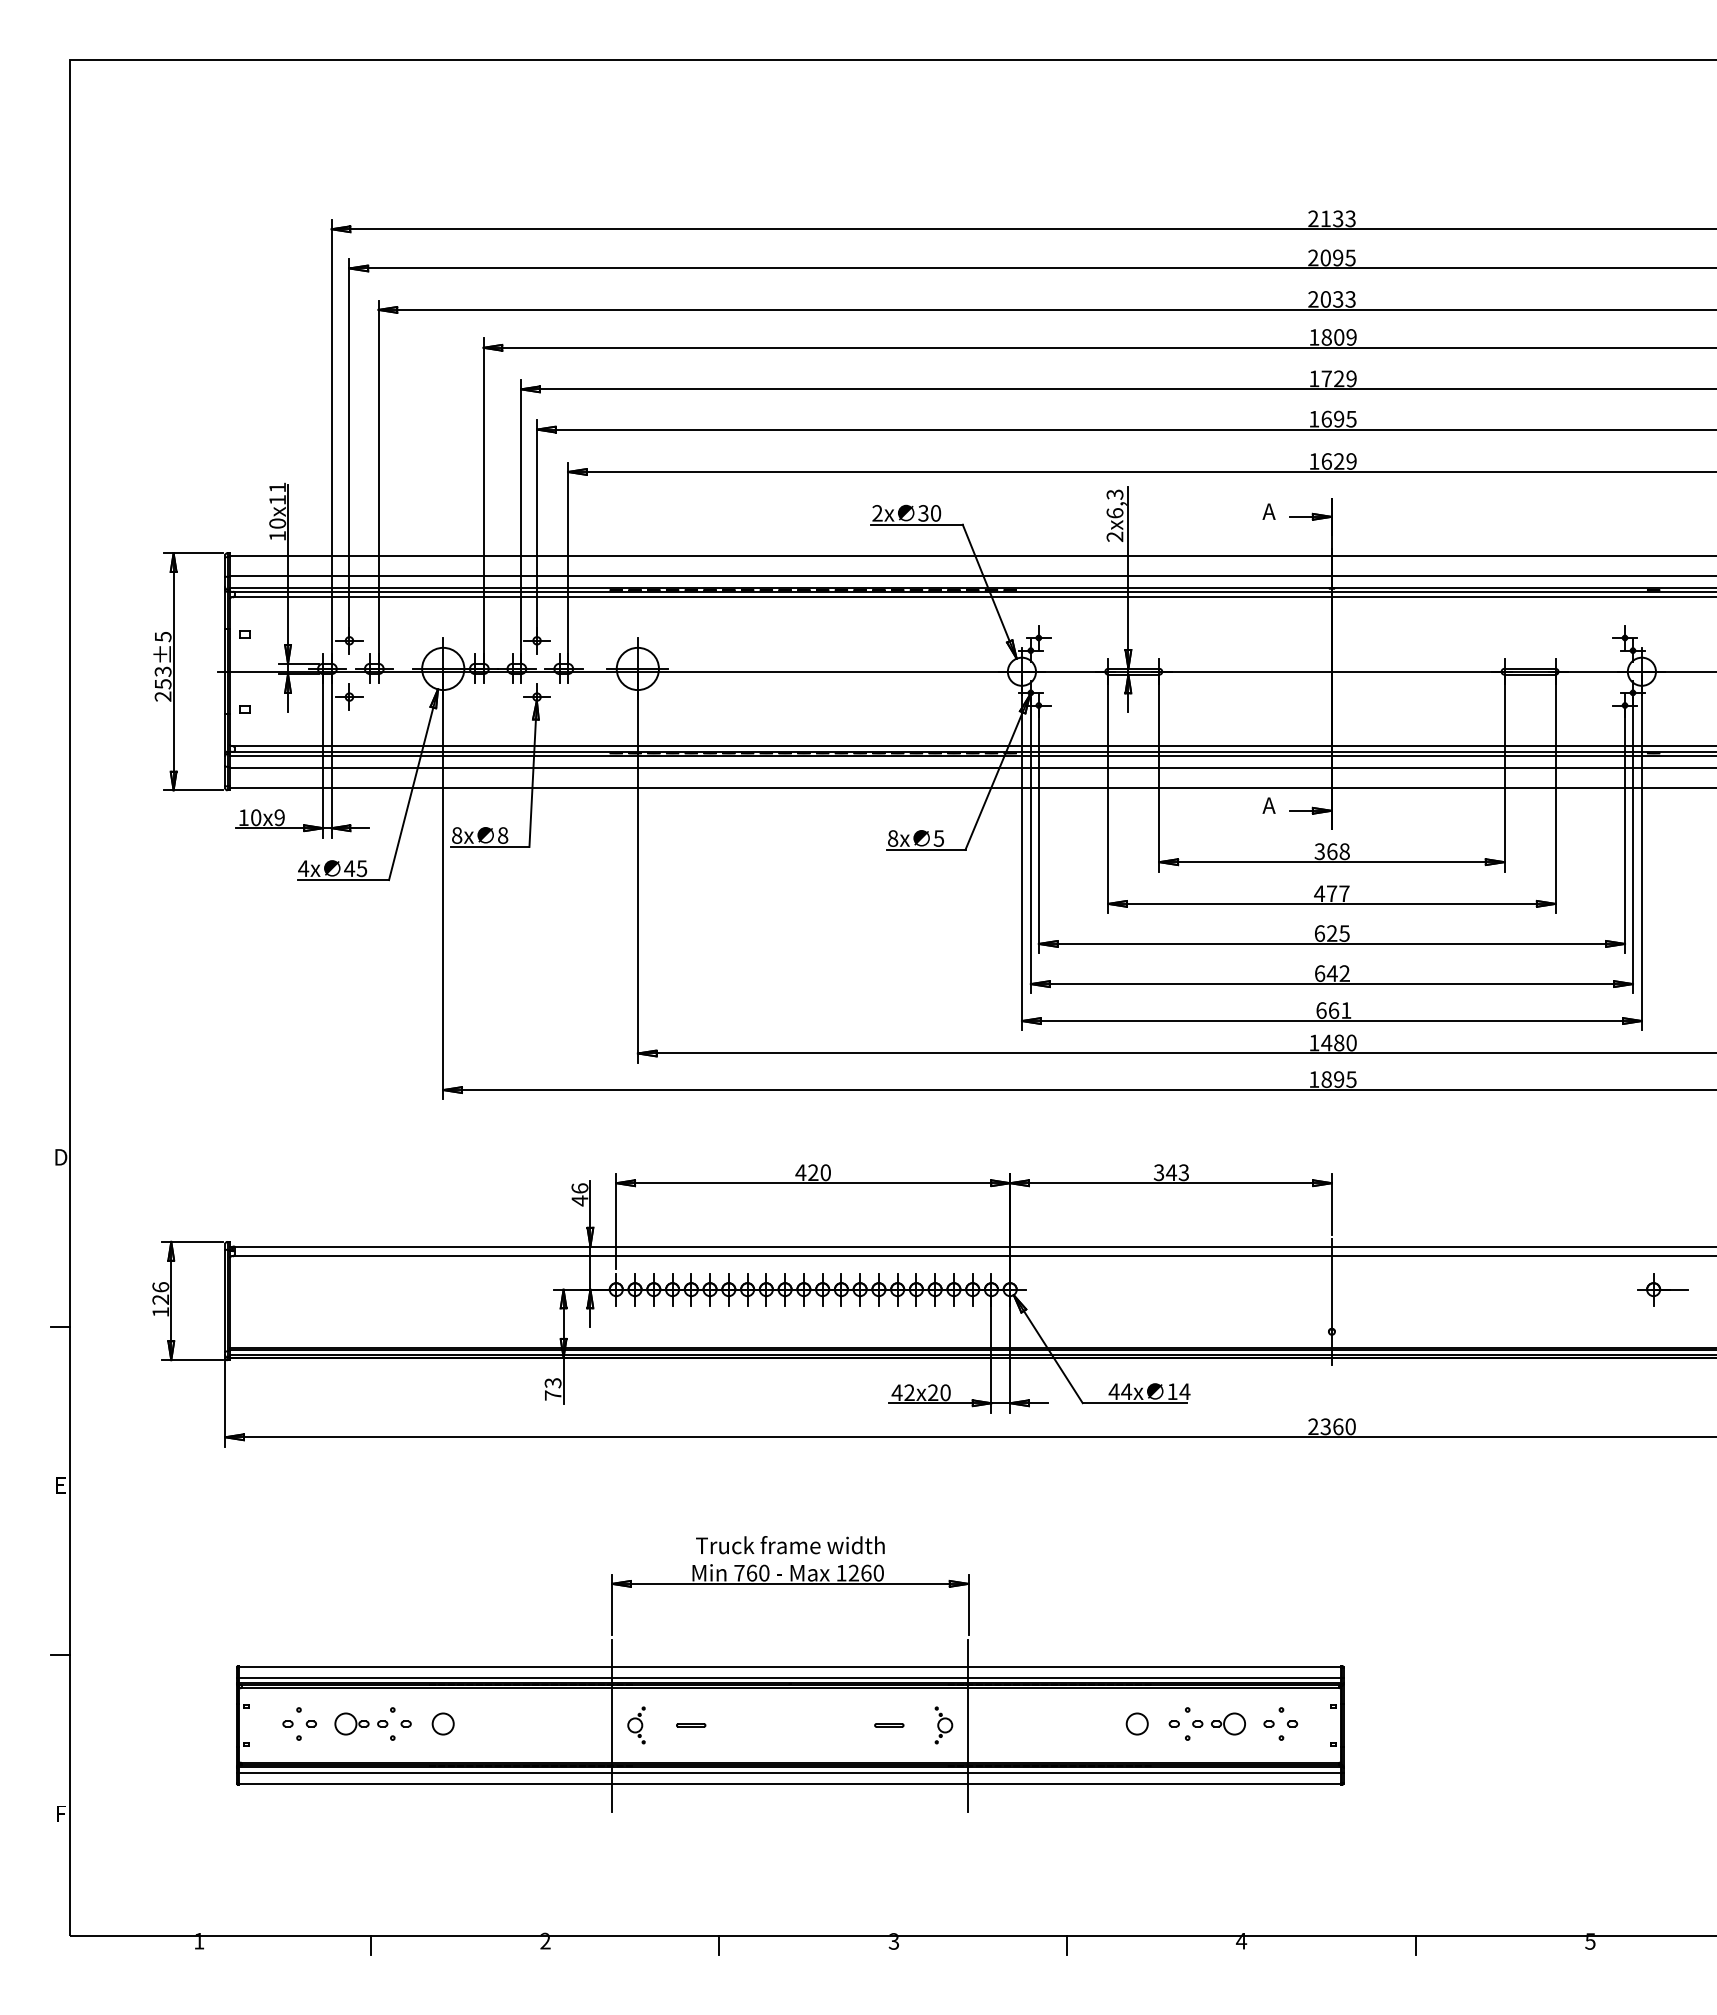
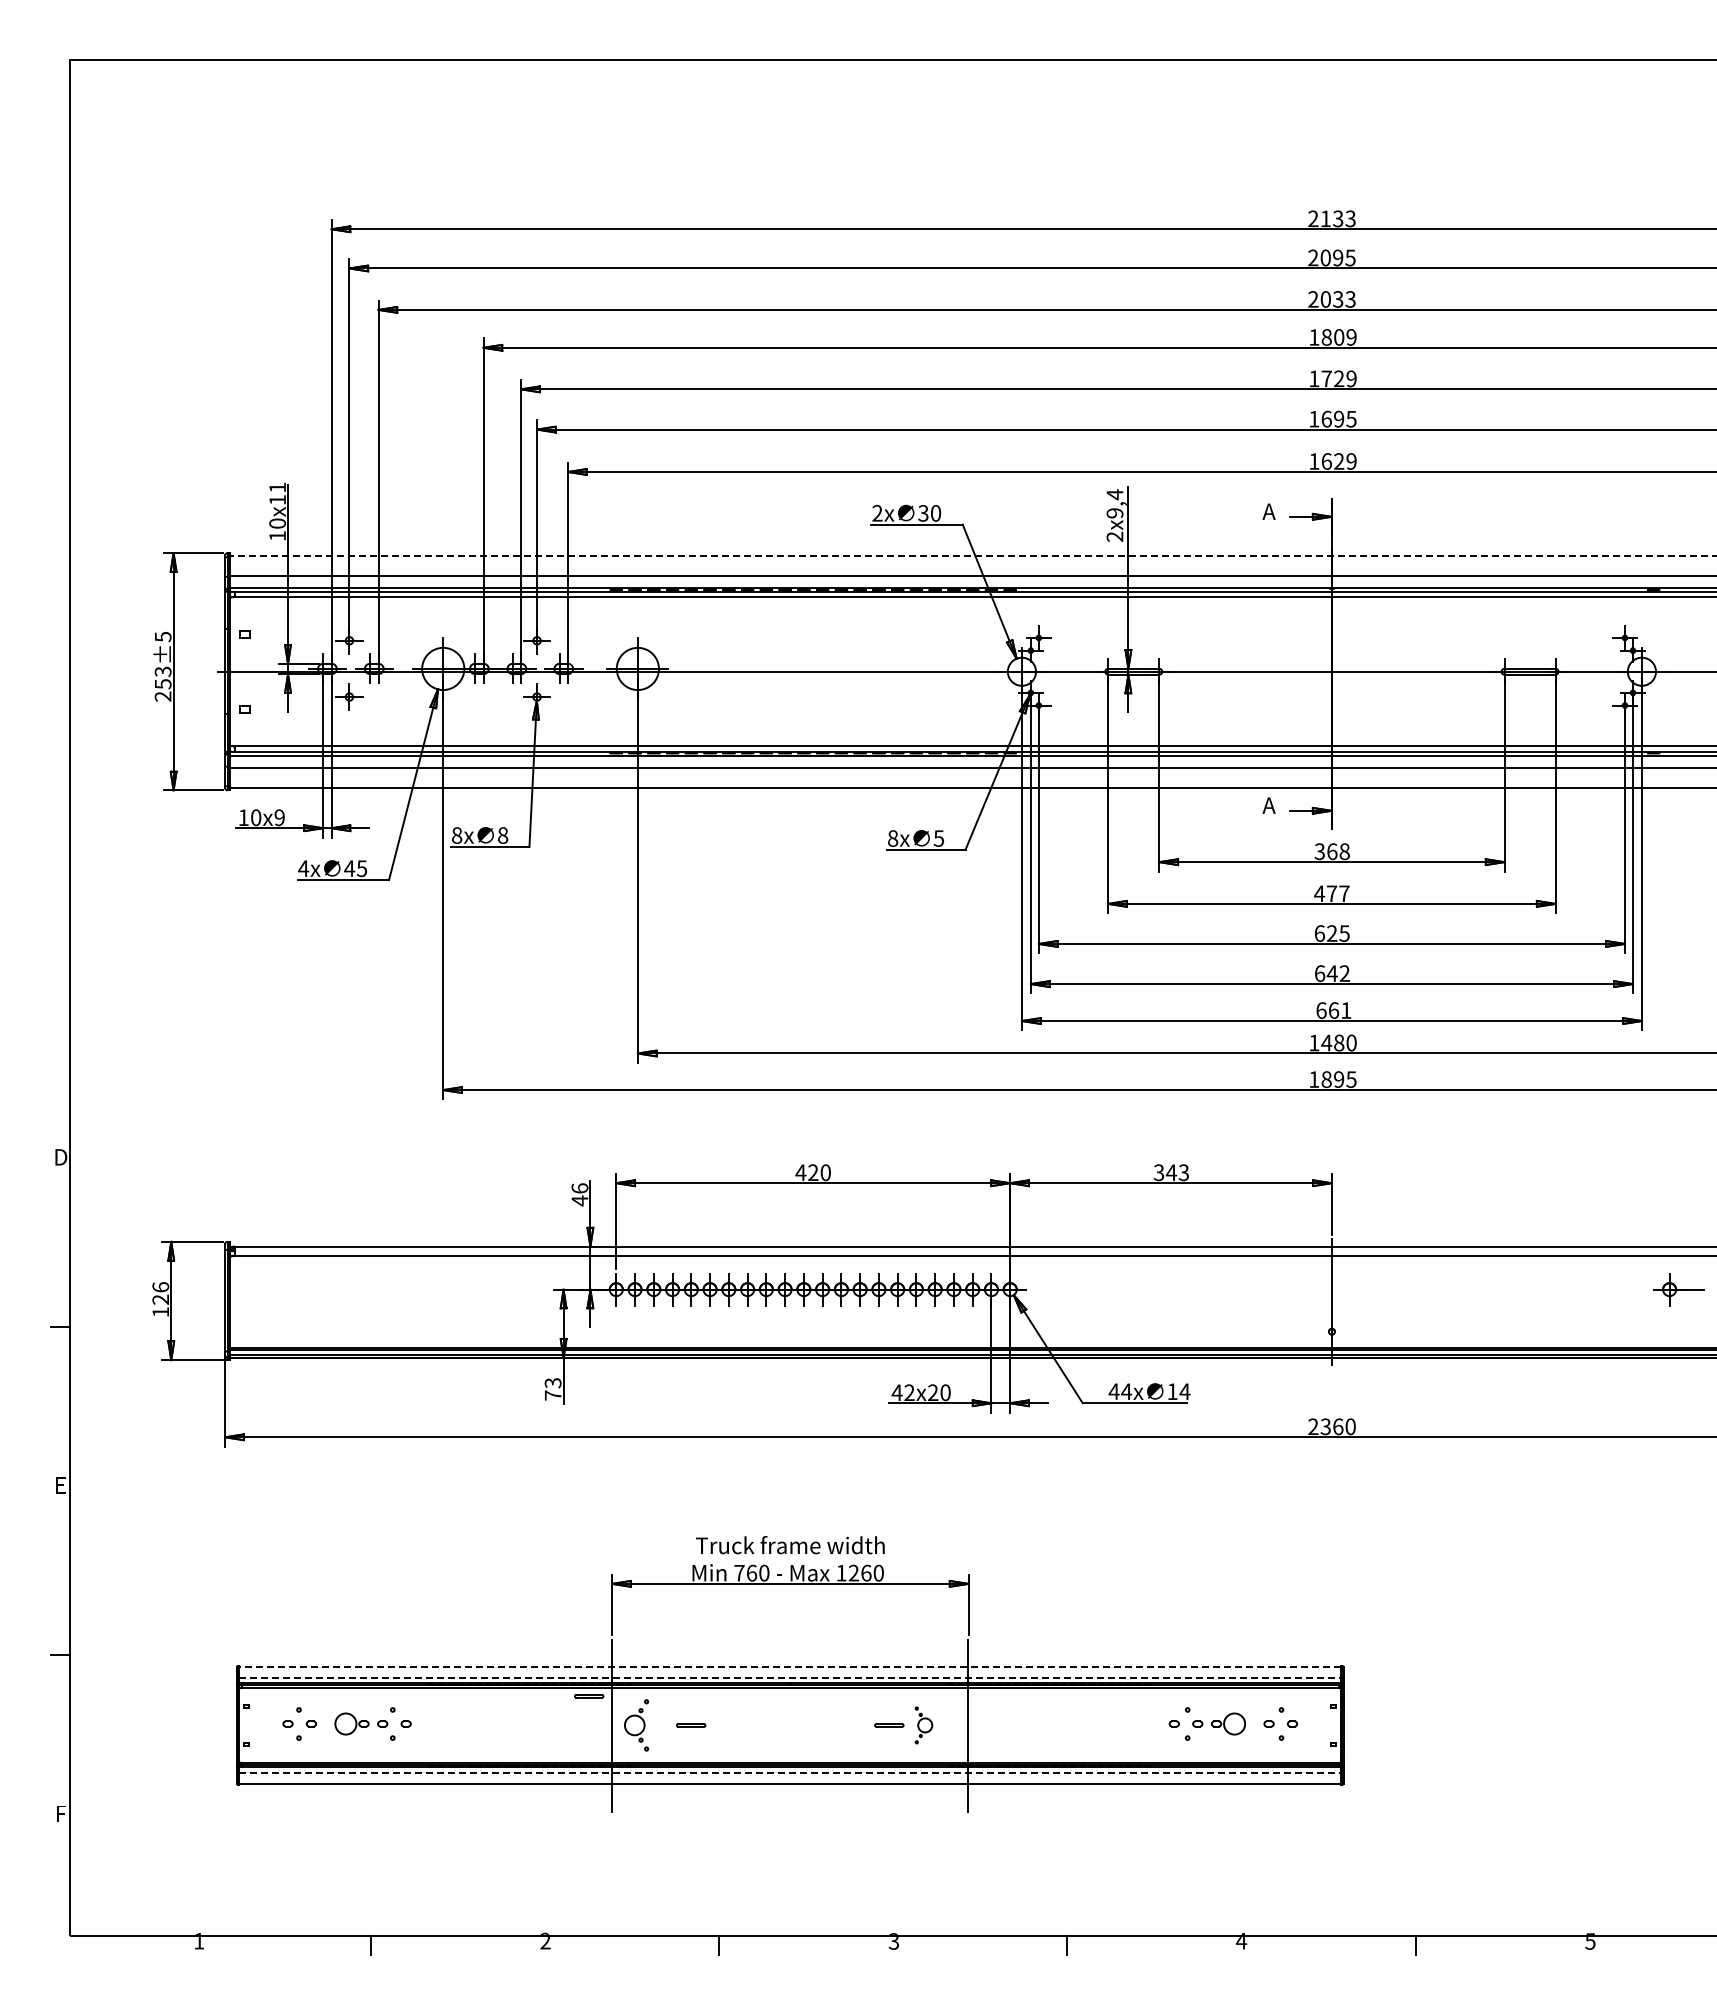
text at (1114, 503): 2x6,3 -> 2x9,4
line at (972, 555): solid -> dashed
part at (1662, 1289) position: (1662, 1289) -> (1678, 1289)
line at (789, 1667): solid -> dashed
line at (790, 1677): solid -> dashed
line at (589, 1695): none -> present
circle at (442, 1723): present -> none
circle at (1136, 1723): present -> none
part at (636, 1725) size: 19x39 px -> 26x53 px
part at (943, 1725) position: (943, 1725) -> (923, 1725)
line at (790, 1773): solid -> dashed
